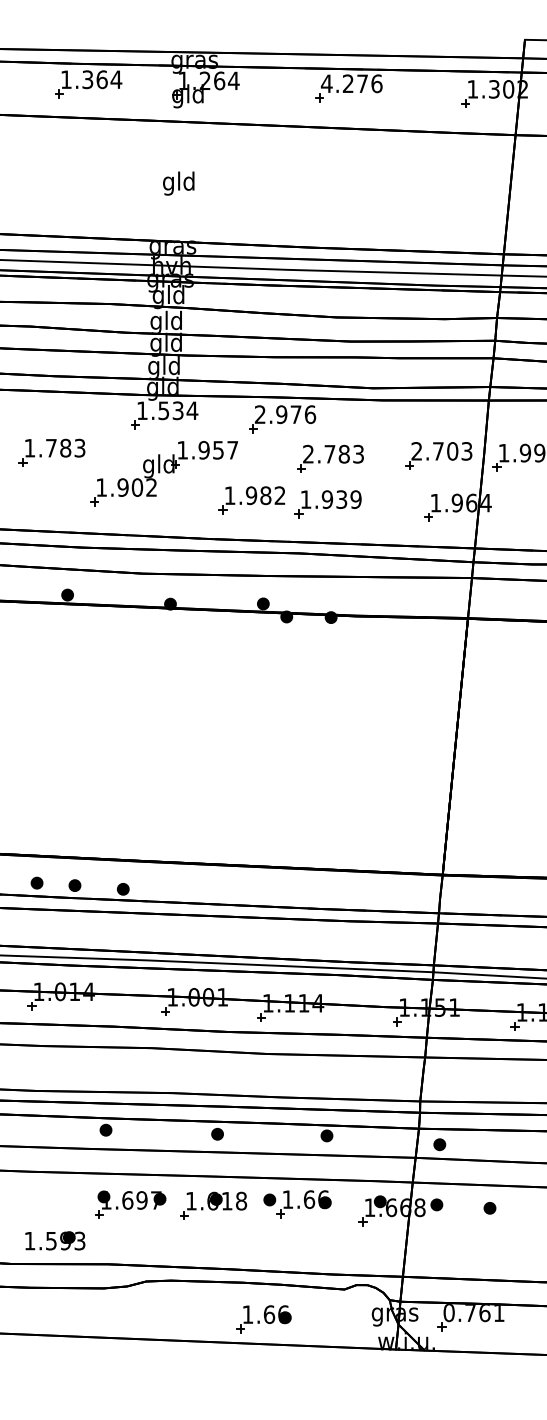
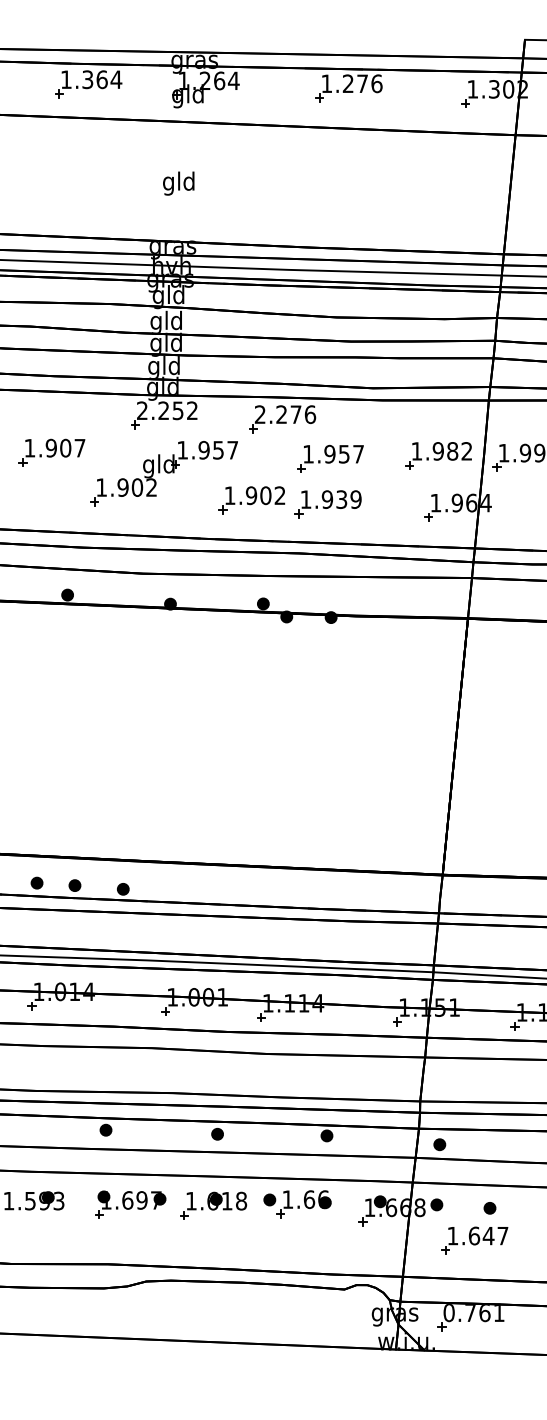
text at (326, 83): 4.276 -> 1.276
text at (167, 410): 1.534 -> 2.252
text at (281, 414): 2.976 -> 2.276
text at (65, 447): 1.783 -> 1.907
text at (441, 451): 2.703 -> 1.982
text at (333, 453): 2.783 -> 1.957
text at (265, 495): 1.982 -> 1.902
part at (55, 1240) position: (55, 1240) -> (34, 1200)
part at (474, 1240): none -> present
part at (263, 1319): present -> none
